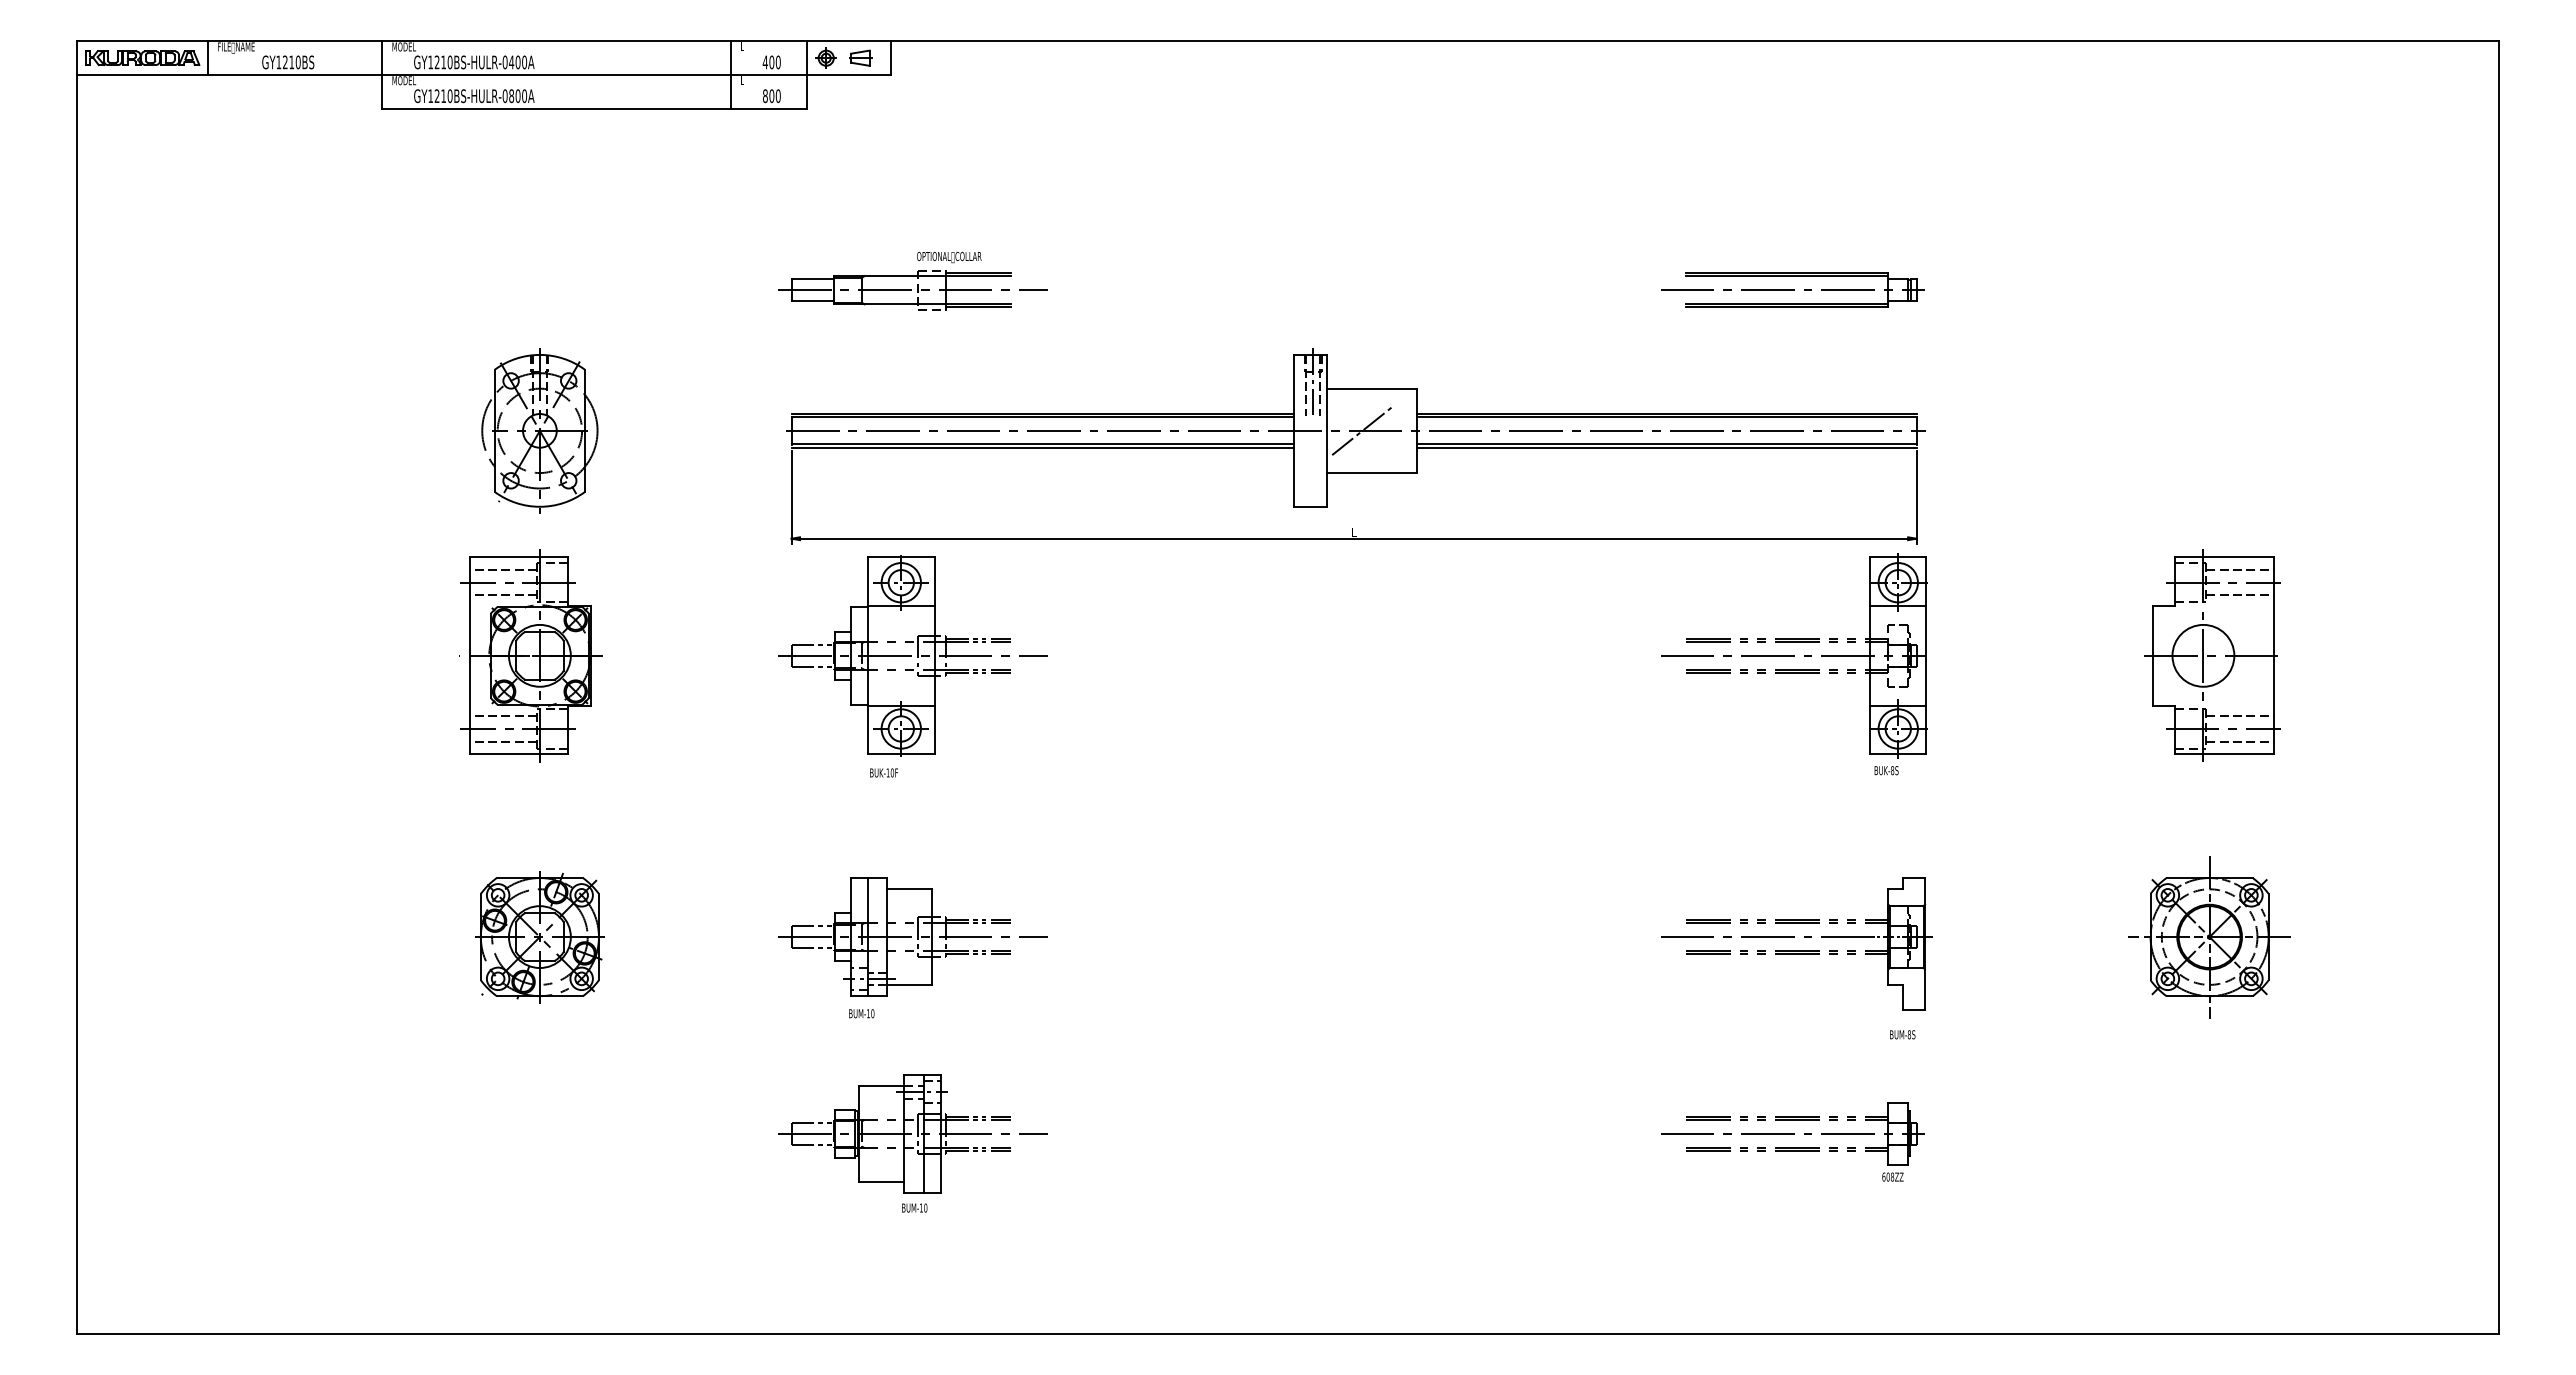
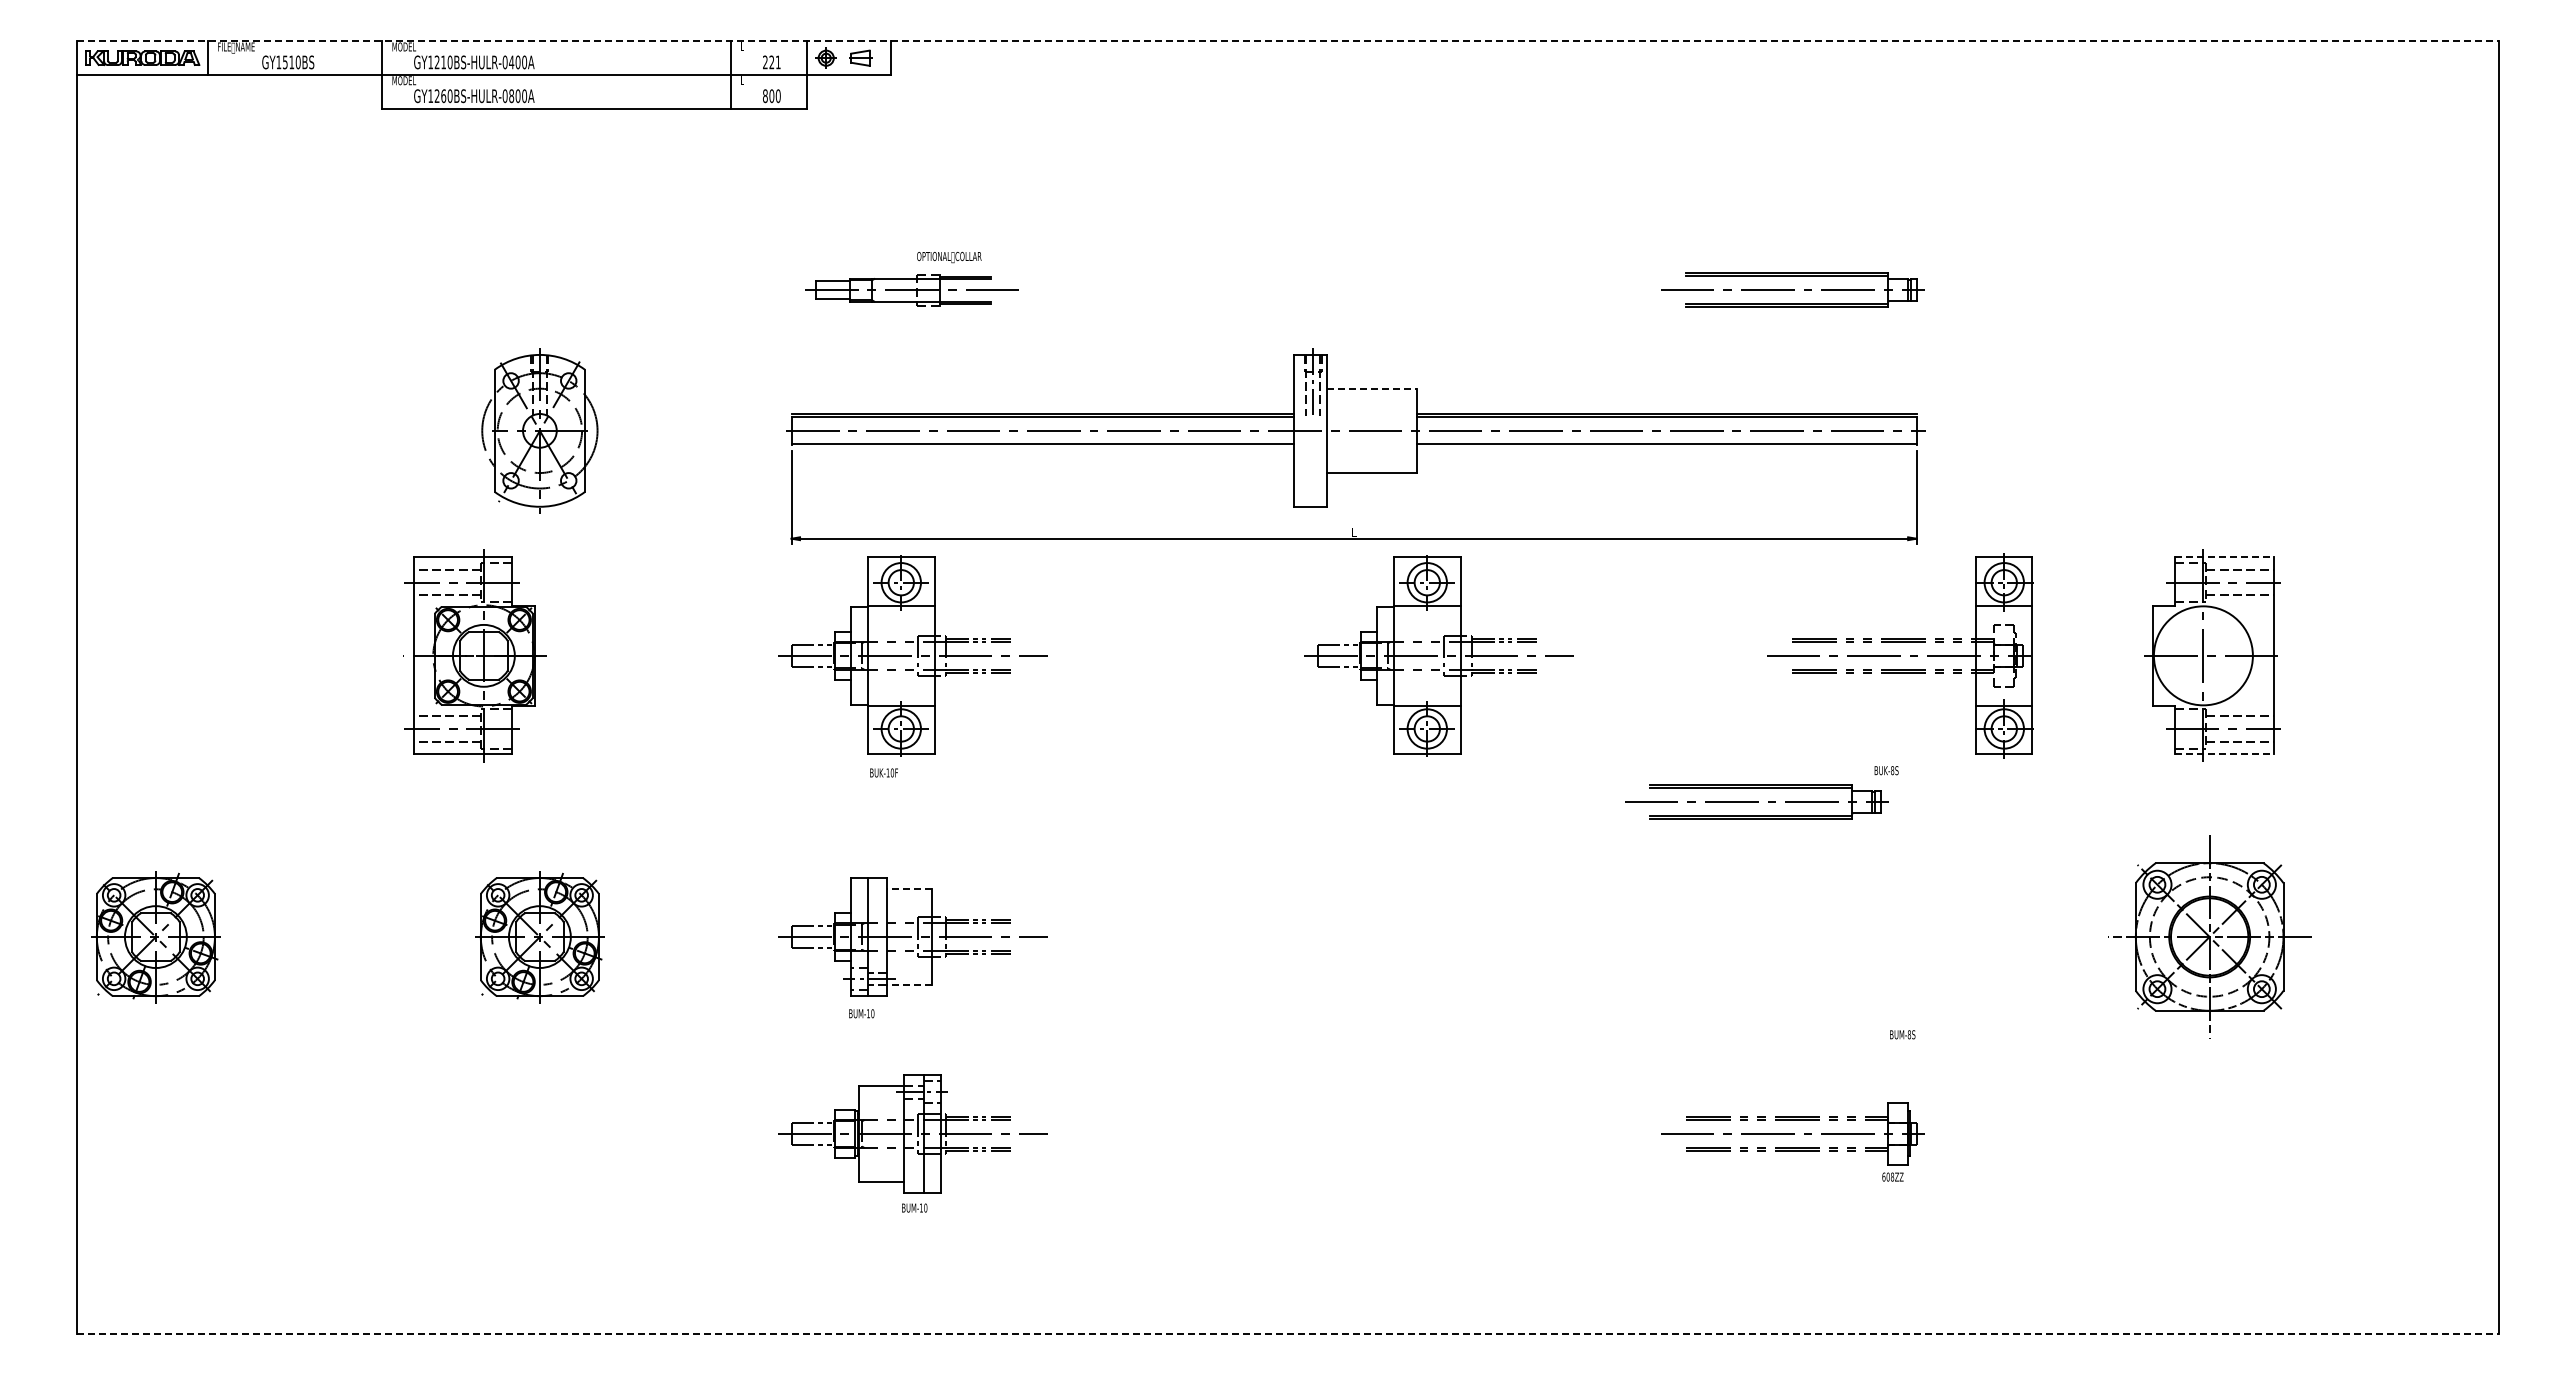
line at (1288, 41): solid -> dashed
text at (285, 62): GY1210BS -> GY1510BS
text at (771, 62): 400 -> 221
text at (443, 96): GY1210BS-HULR-0800A -> GY1260BS-HULR-0800A
part at (912, 290) size: 270x41 px -> 214x33 px
line at (1372, 388): solid -> dashed
line at (1362, 430): present -> none
line at (1042, 447): present -> none
line at (1666, 447): present -> none
line at (2225, 557): solid -> dashed
part at (530, 655) position: (530, 655) -> (474, 655)
part at (1438, 655): none -> present
part at (1794, 655) position: (1794, 655) -> (1900, 655)
circle at (2203, 655) diameter: 62 px -> 99 px
line at (2225, 754): solid -> dashed
part at (1756, 801): none -> present
line at (909, 889): solid -> dashed
part at (155, 937): none -> present
part at (1794, 937): present -> none
part at (2209, 937) size: 163x163 px -> 204x204 px
line at (909, 984): solid -> dashed
line at (1288, 1333): solid -> dashed
